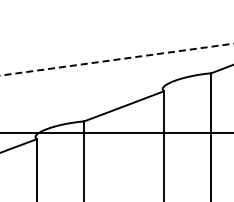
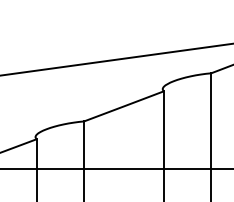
line at (116, 59): dashed -> solid
line at (116, 133) position: (116, 133) -> (116, 169)
